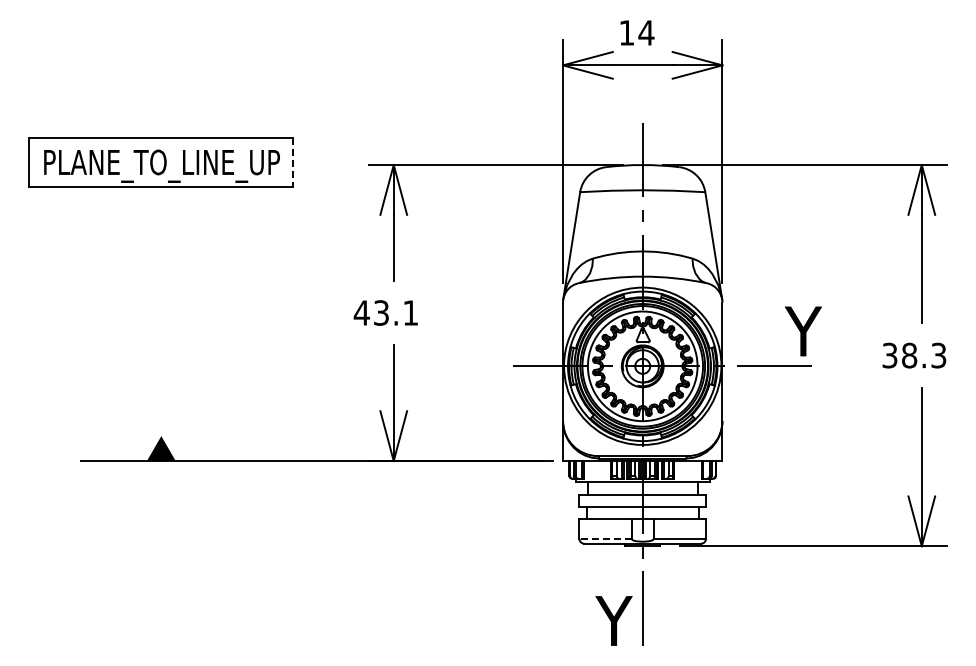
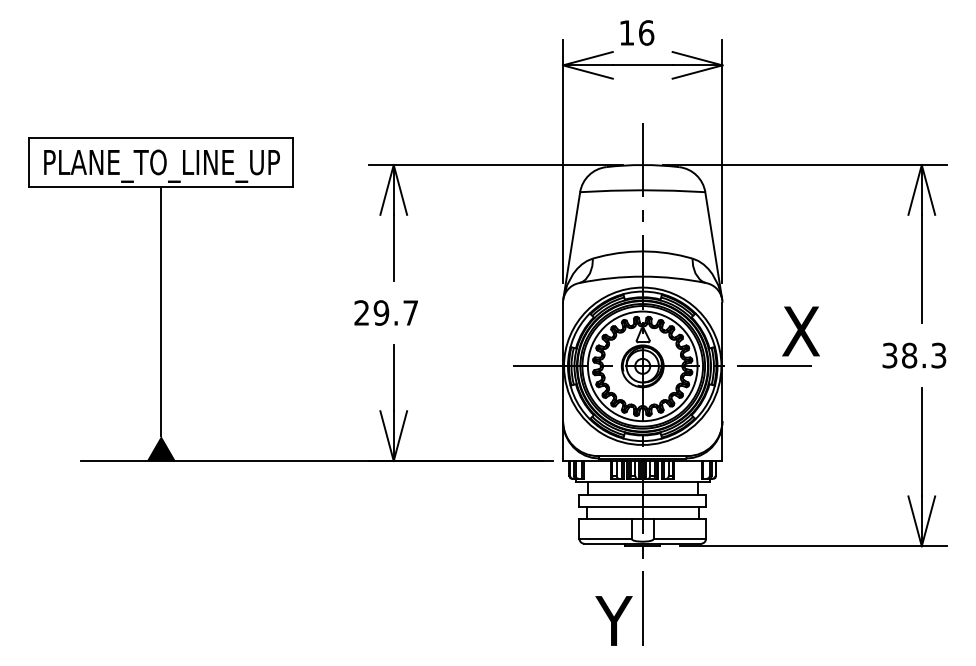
text at (646, 32): 14 -> 16
line at (293, 162): dashed -> solid
line at (161, 311): none -> present
text at (385, 312): 43.1 -> 29.7
text at (802, 331): Y -> X
line at (605, 538): dashed -> solid
